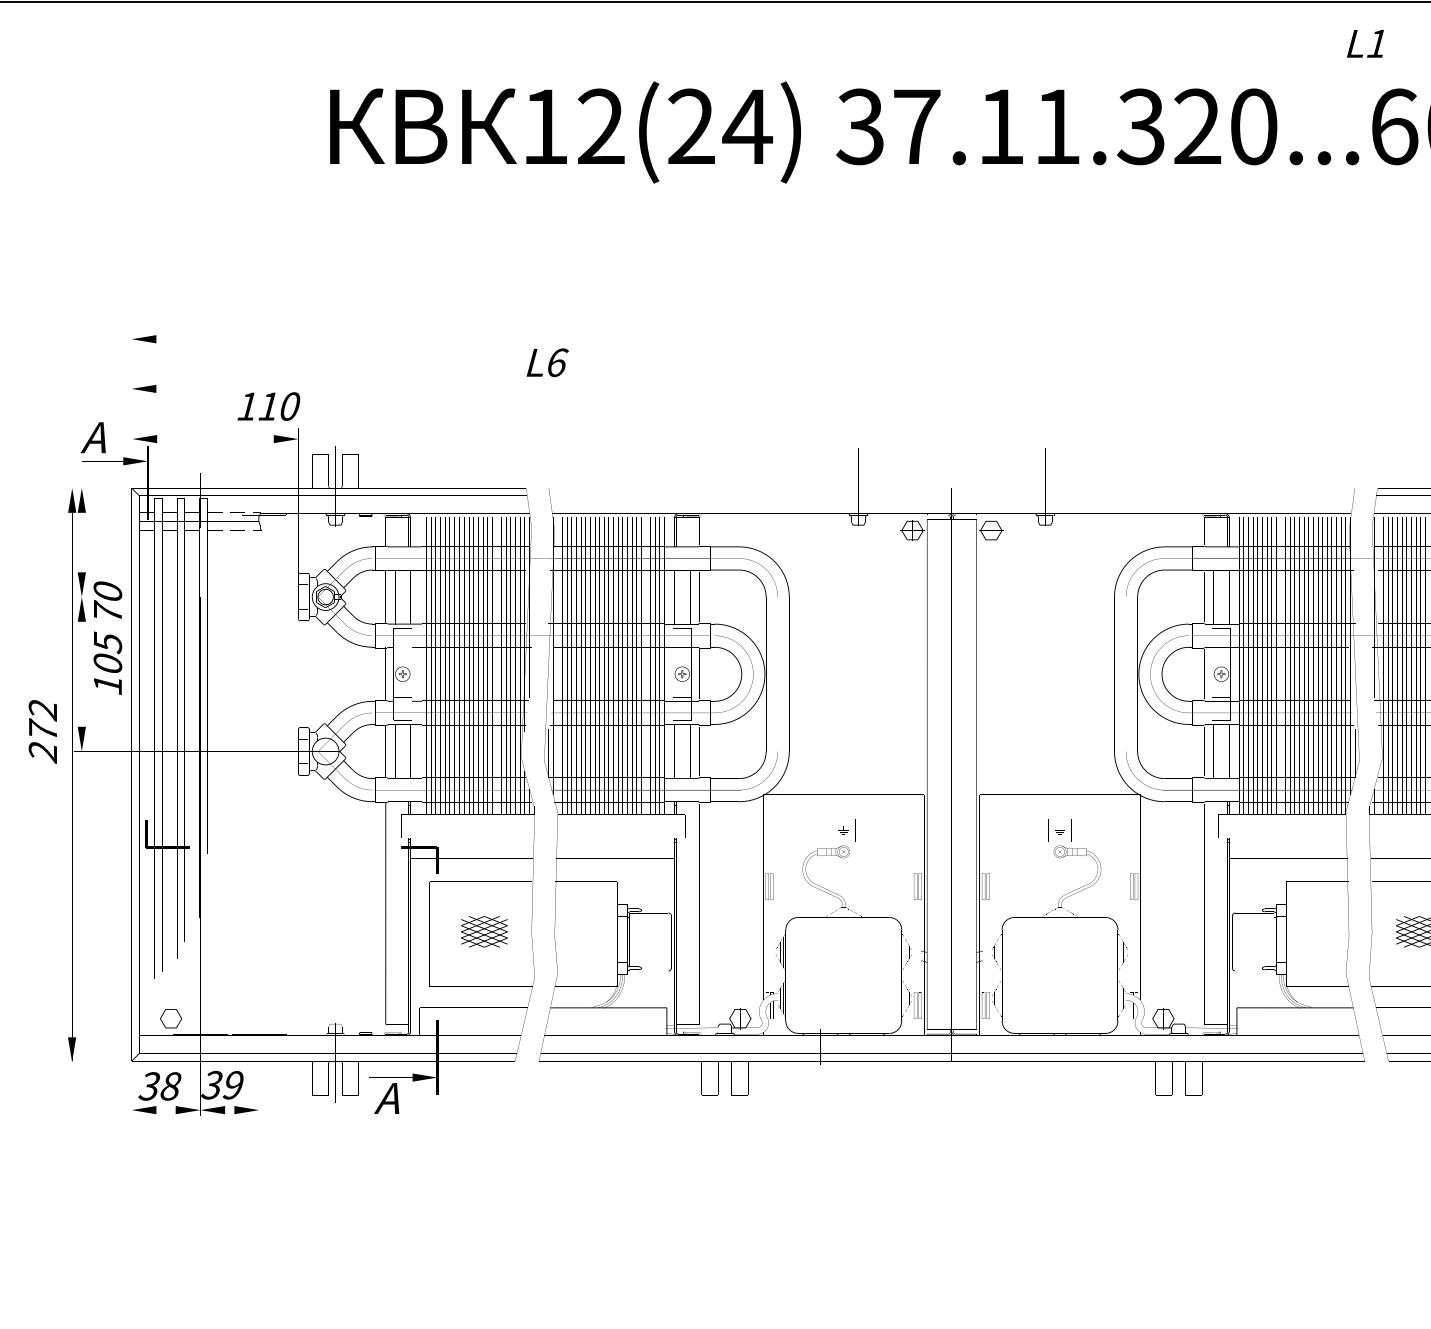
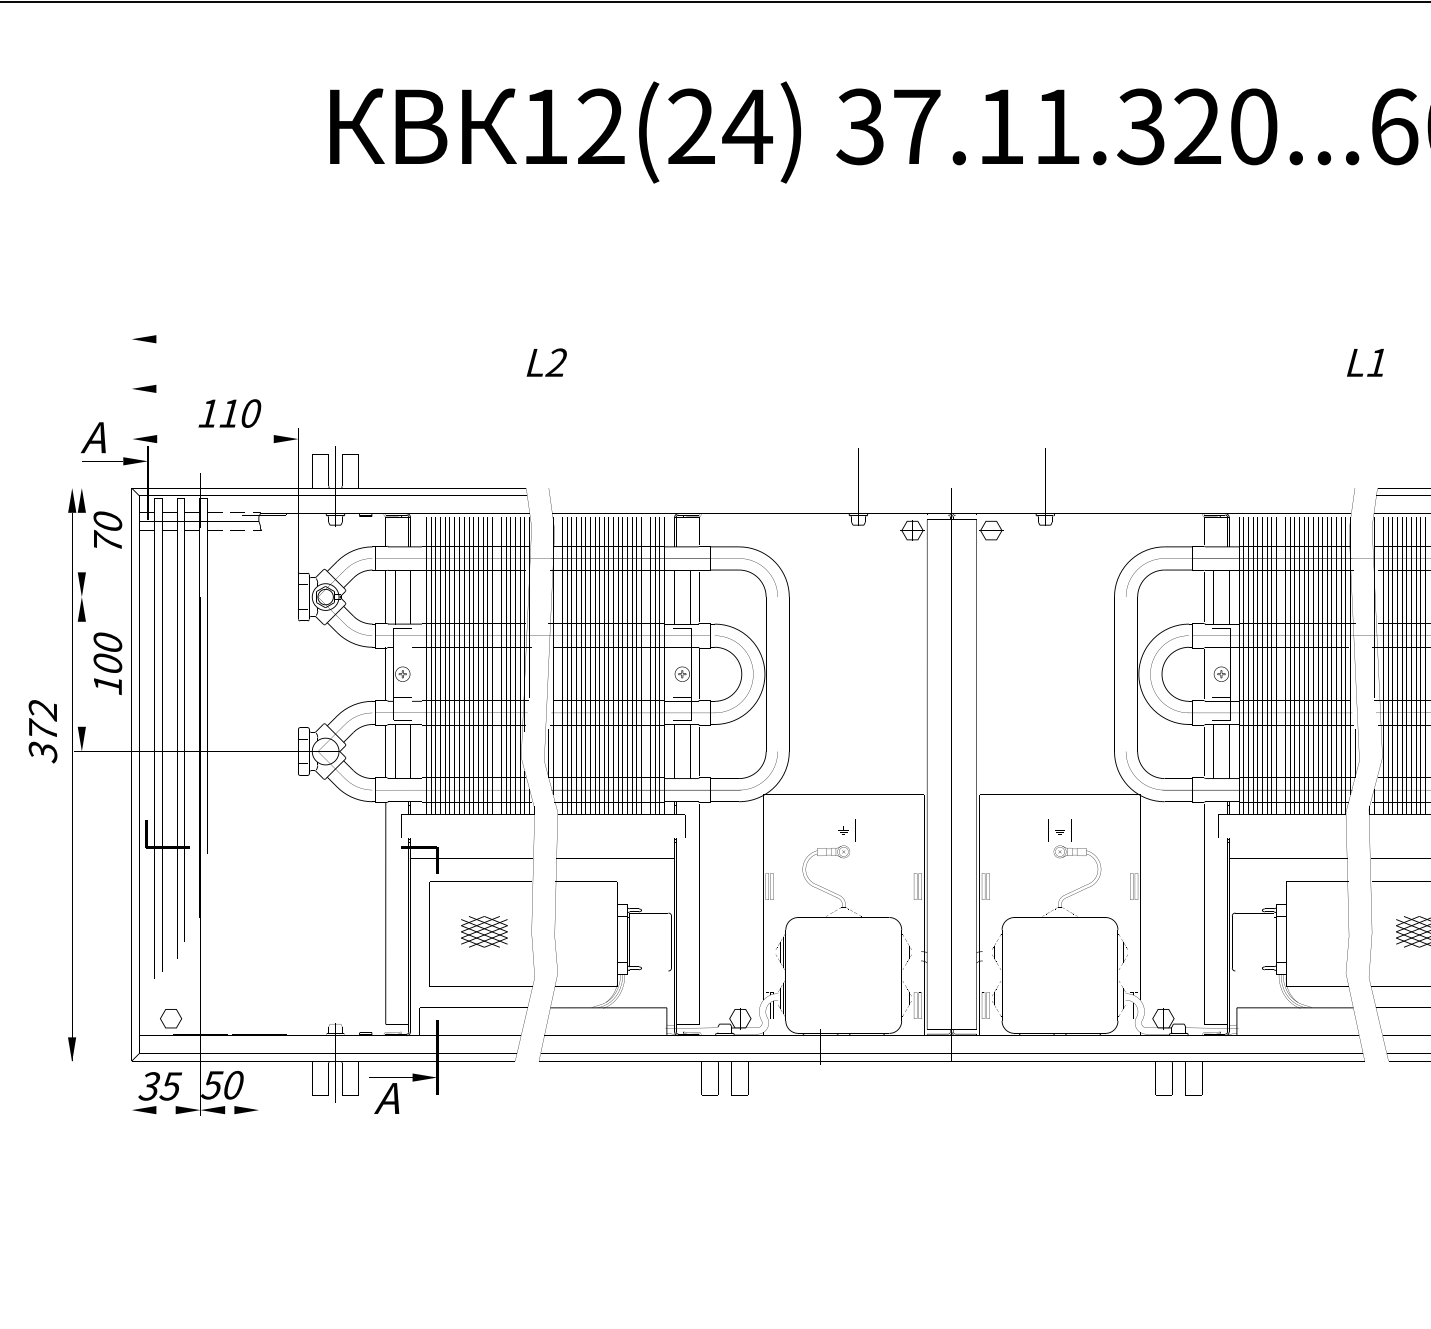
text at (1365, 43) position: (1365, 43) -> (1365, 362)
text at (556, 362): L6 -> L2
text at (268, 406) position: (268, 406) -> (229, 413)
text at (107, 599) position: (107, 599) -> (107, 529)
text at (107, 642): 105 -> 100
text at (43, 752): 272 -> 372
text at (223, 1084): 39 -> 50
text at (170, 1086): 38 -> 35
